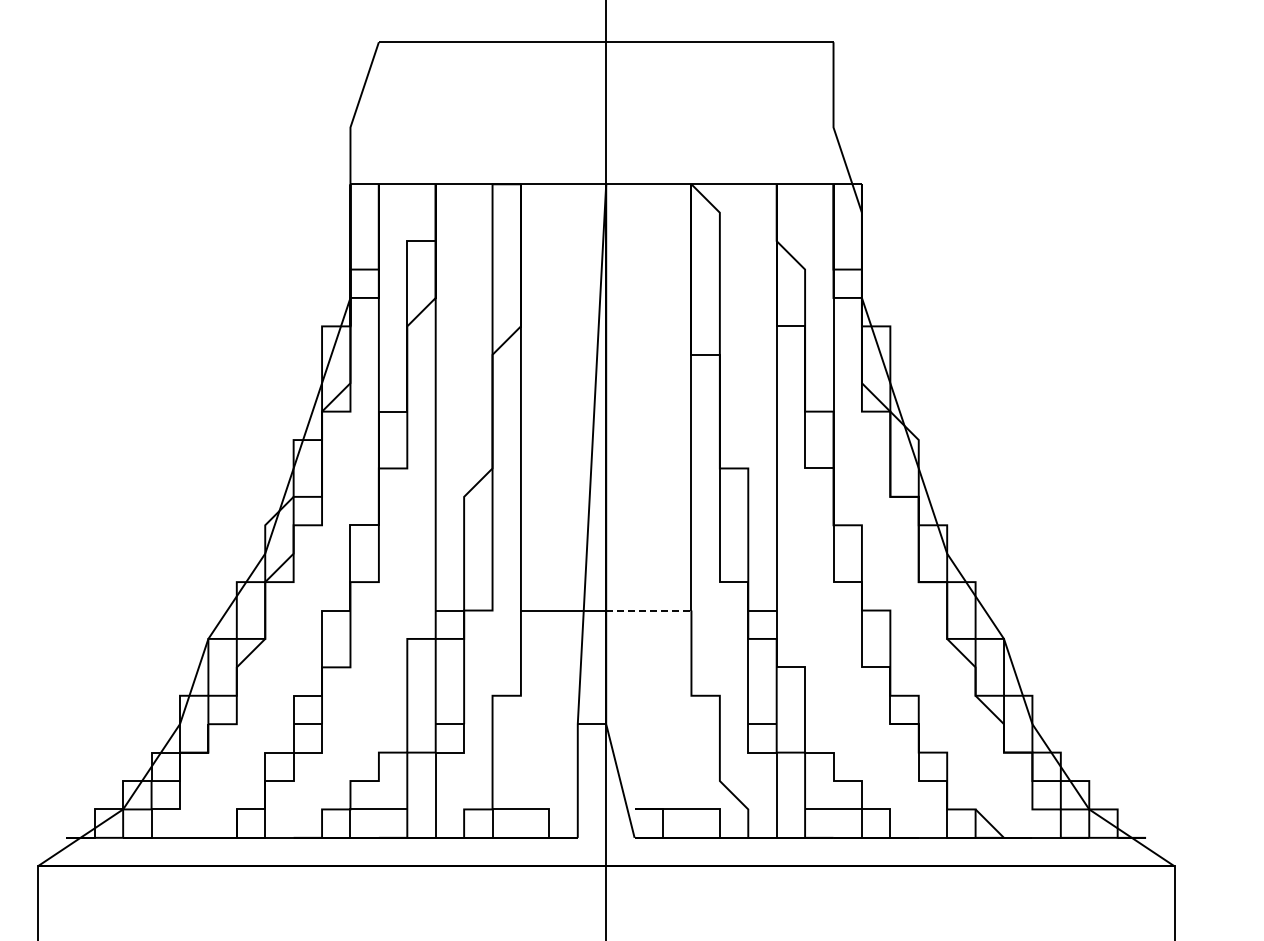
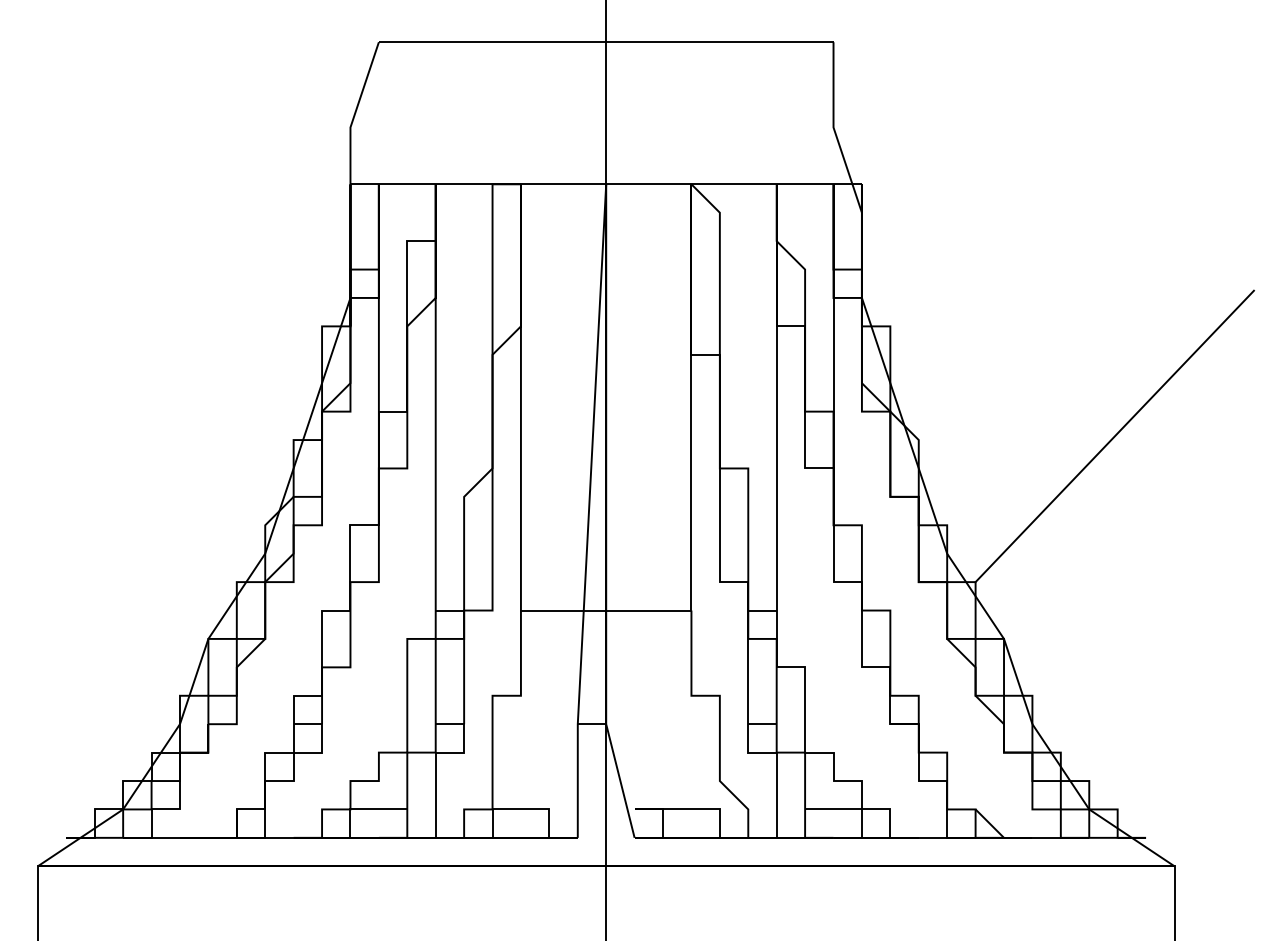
line at (1114, 436): none -> present
line at (648, 610): dashed -> solid
